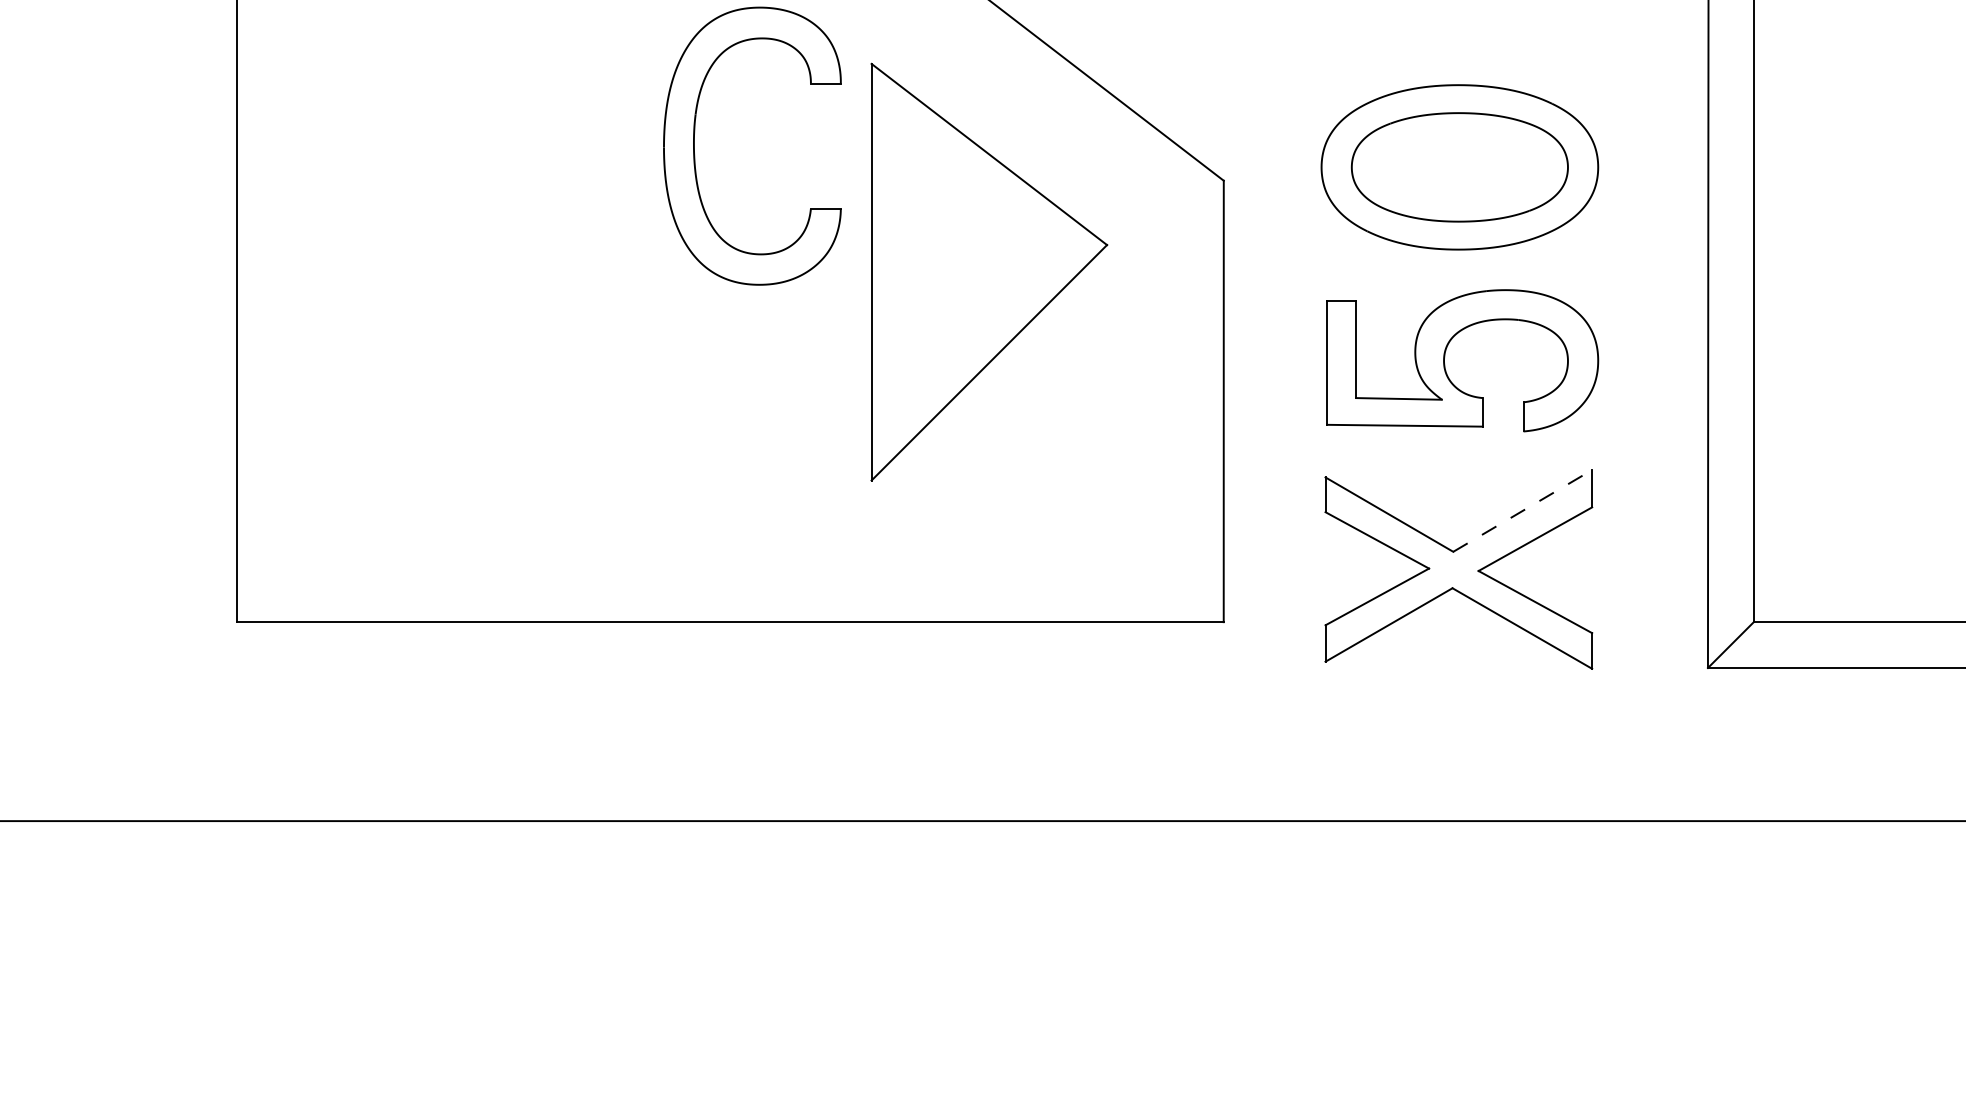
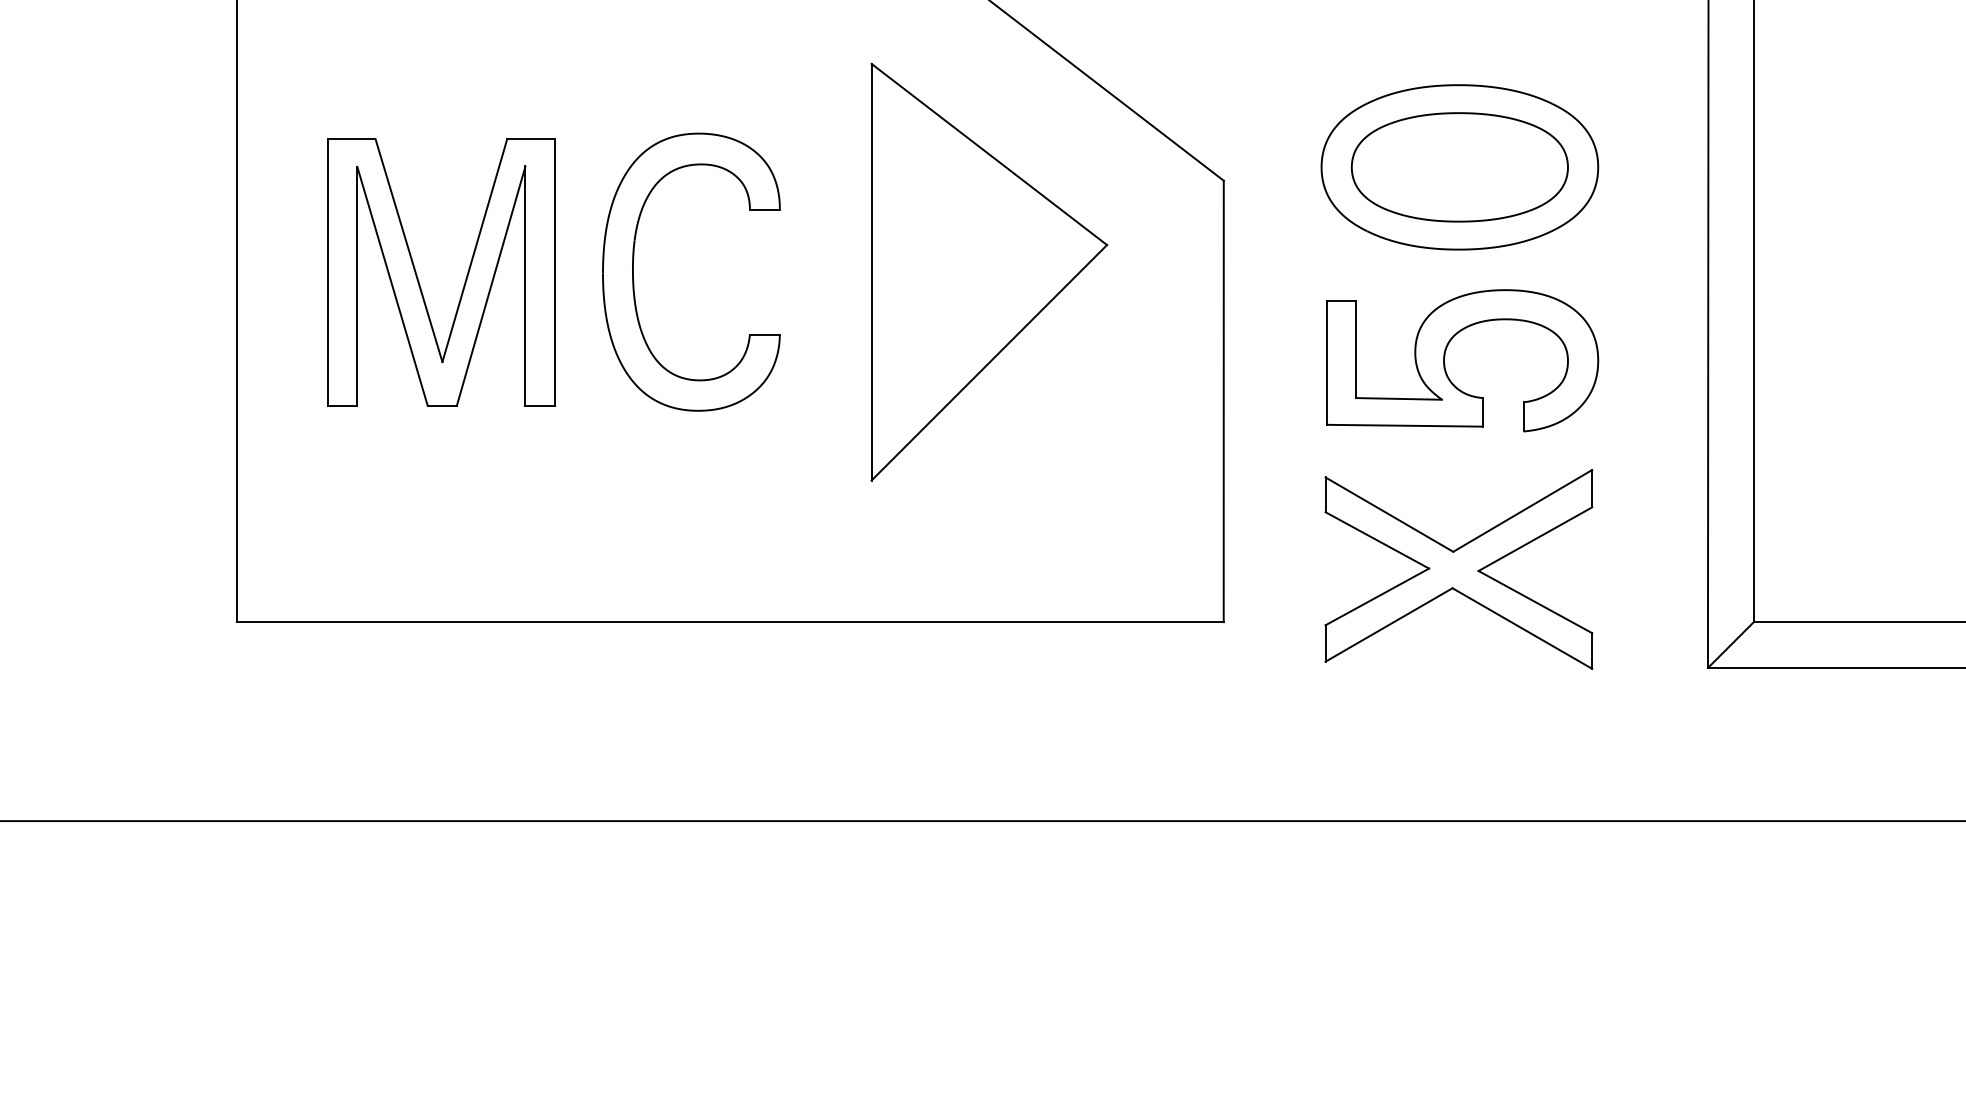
part at (695, 155) position: (695, 155) -> (634, 281)
part at (418, 278): none -> present
line at (1522, 510): dashed -> solid
